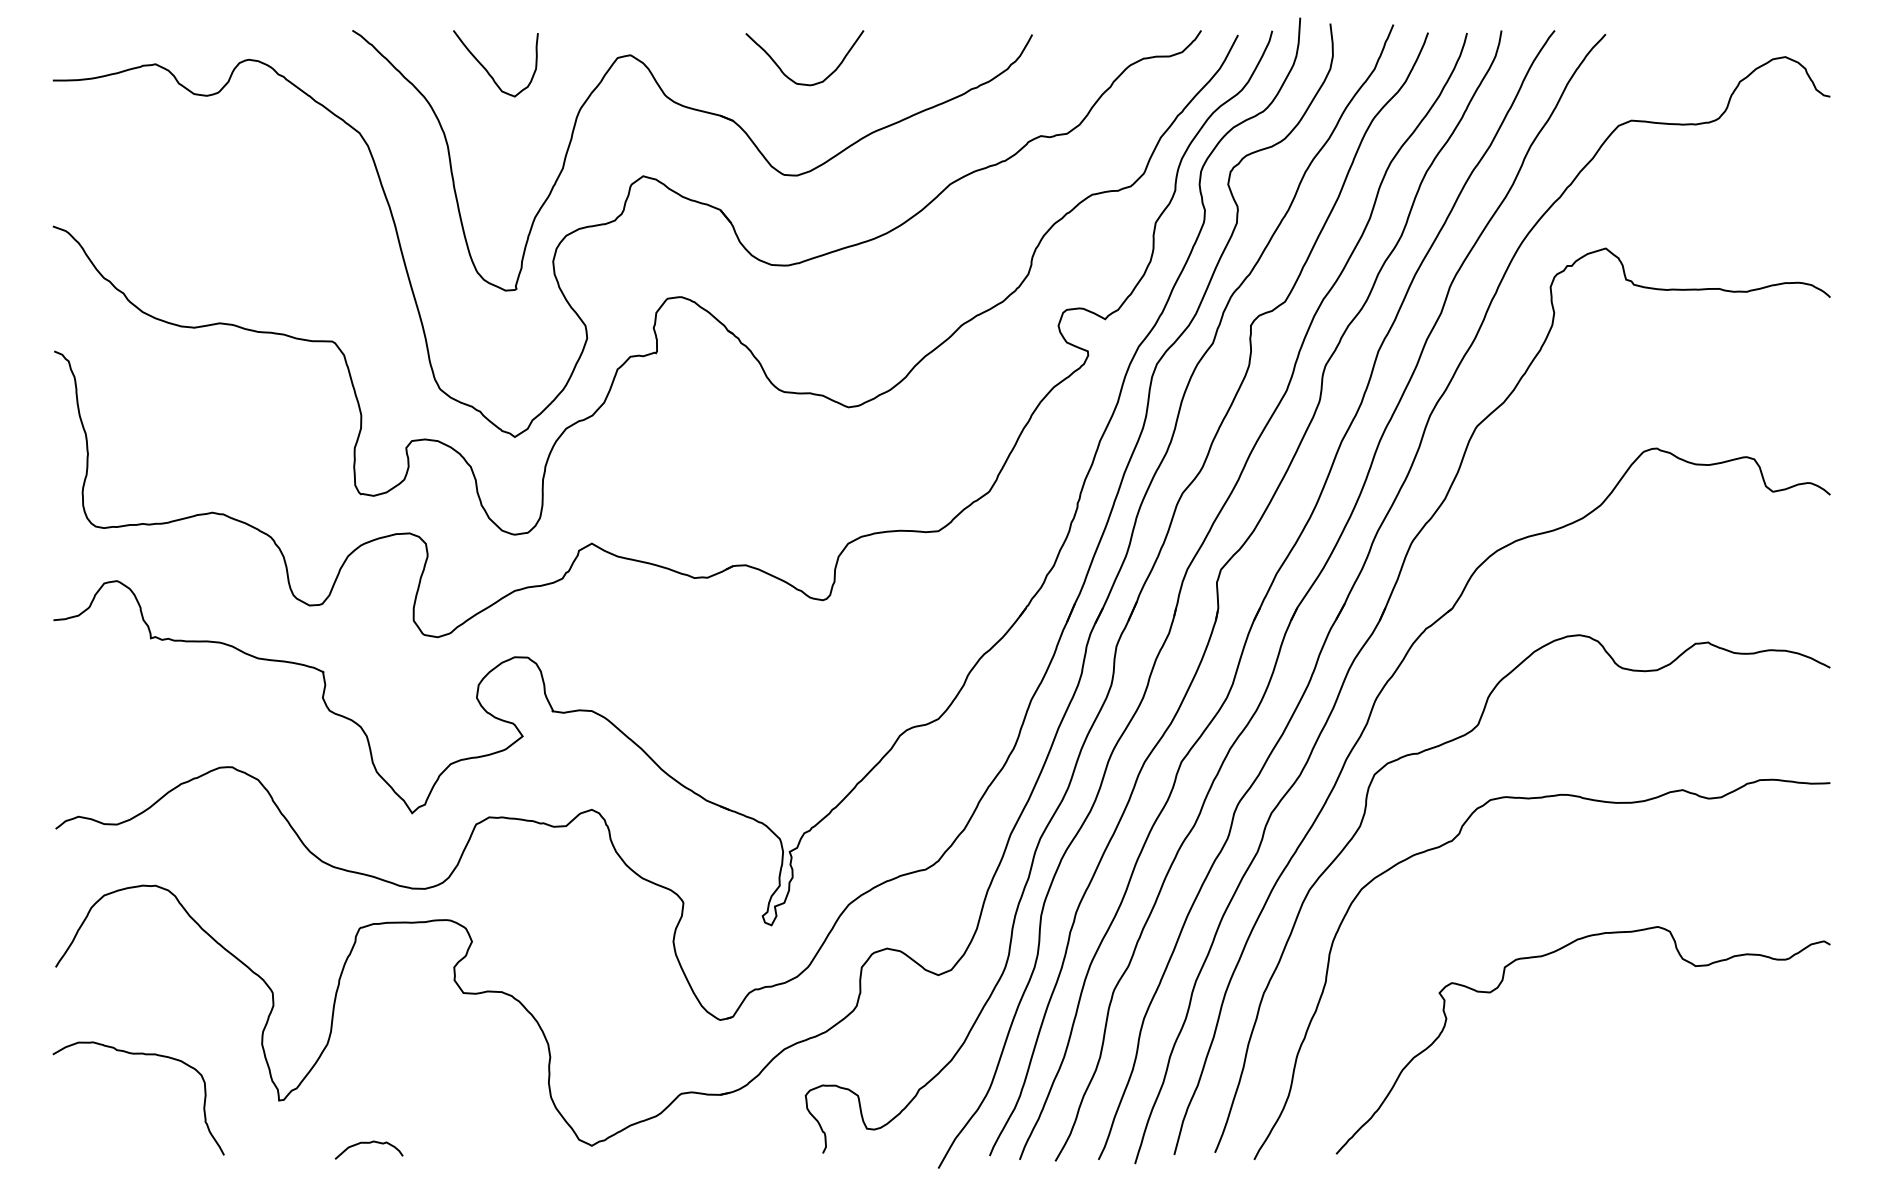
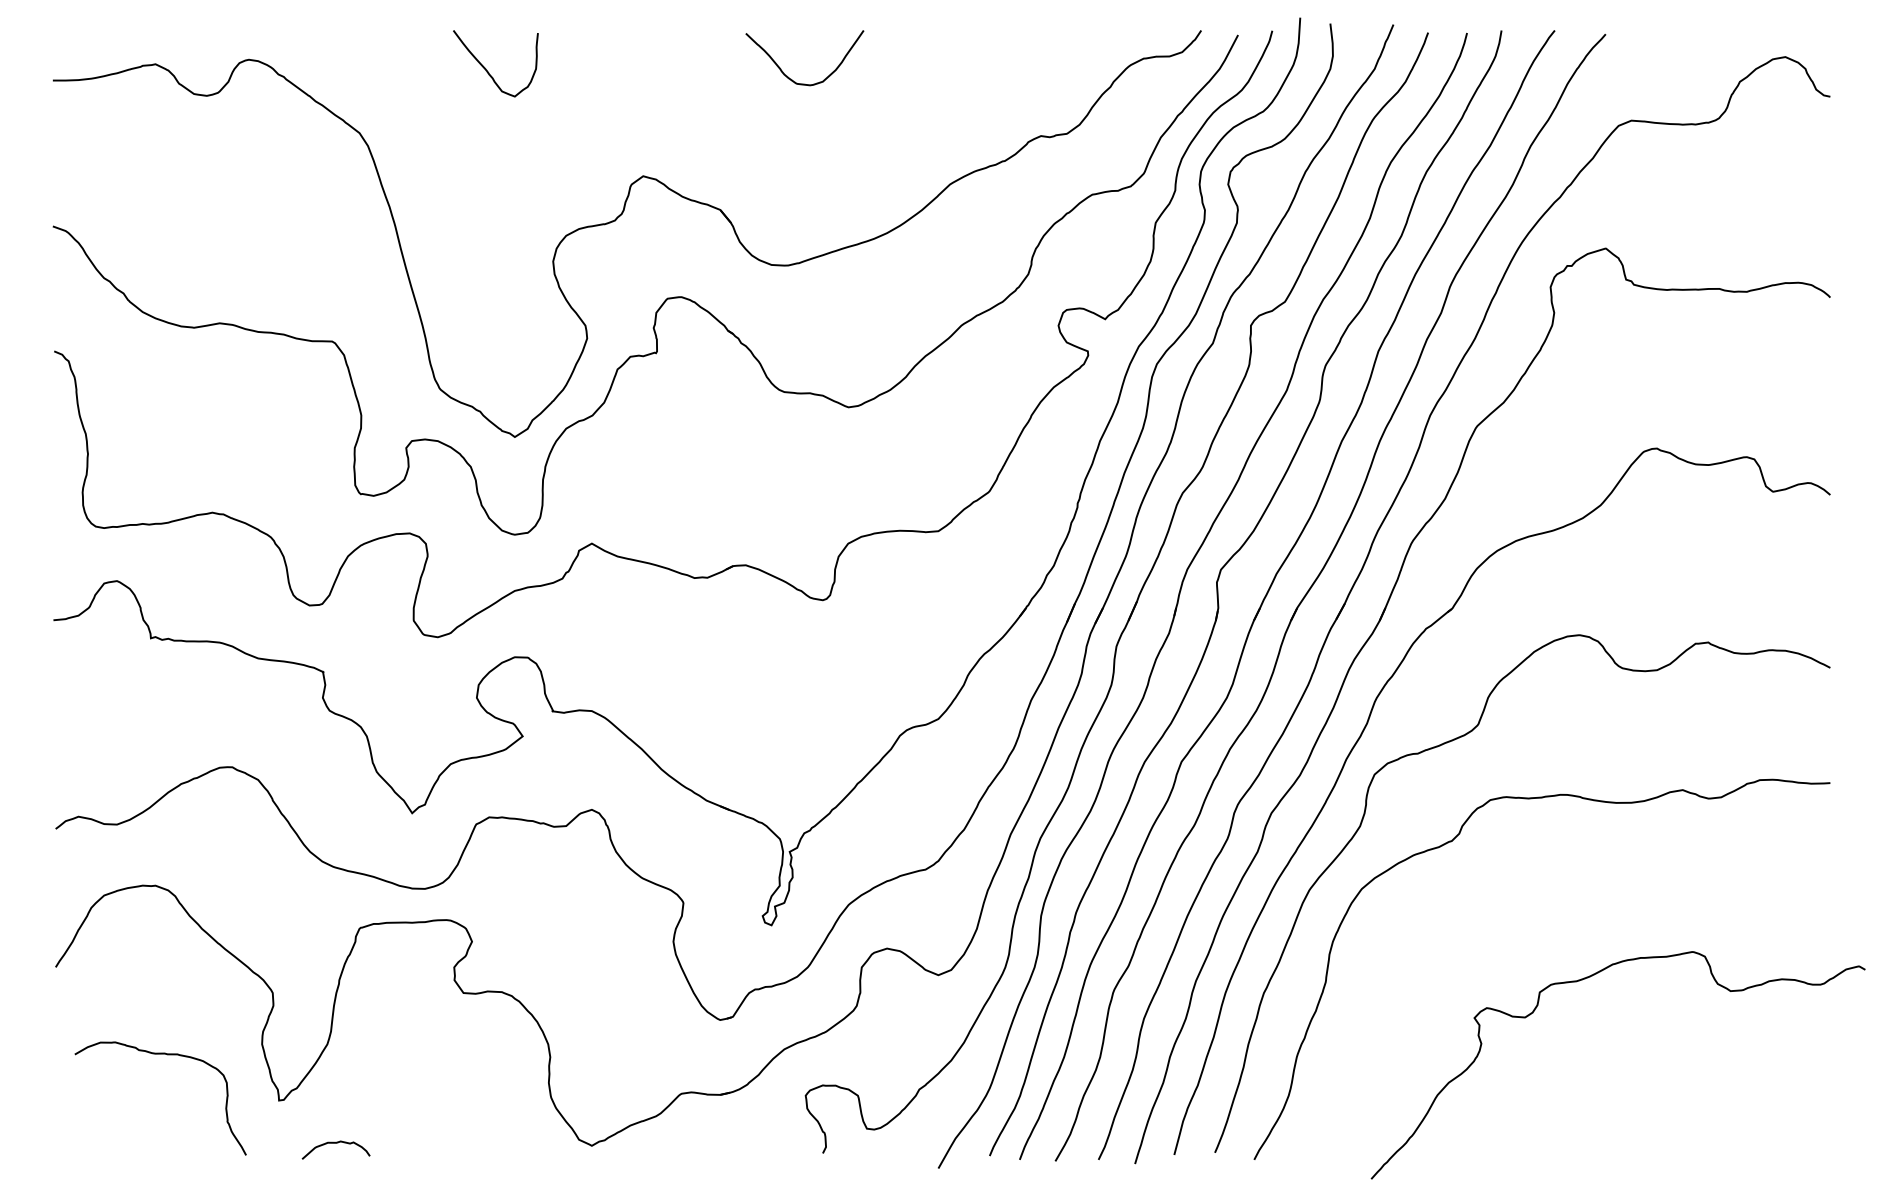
part at (702, 112): present -> none
curve at (1550, 954) position: (1550, 954) -> (1585, 979)
curve at (145, 1055) position: (145, 1055) -> (167, 1055)
curve at (368, 1143) position: (368, 1143) -> (335, 1143)
